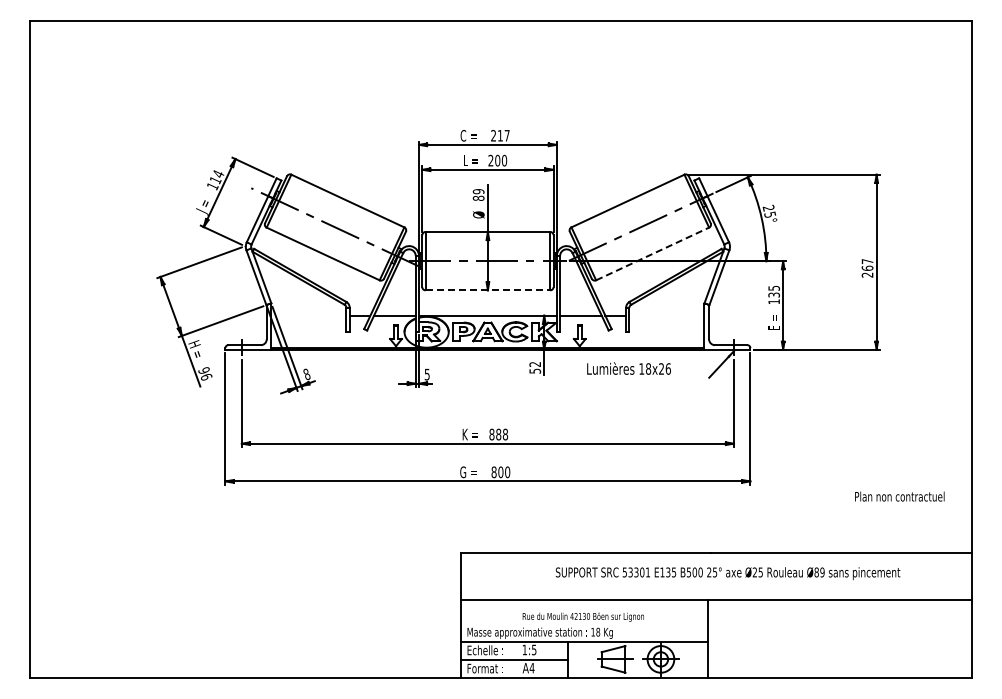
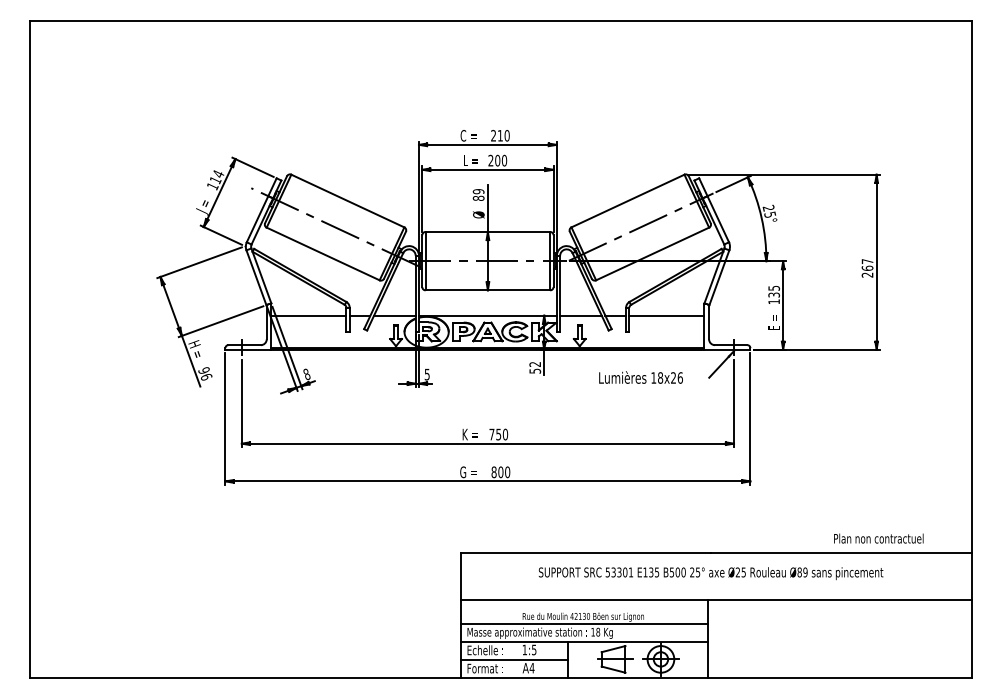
text at (506, 135): 217 -> 210
line at (653, 253): dashed -> solid
line at (488, 290): dashed -> solid
line at (308, 315): none -> present
line at (666, 315): none -> present
text at (628, 368) position: (628, 368) -> (640, 377)
text at (498, 434): 888 -> 750
text at (899, 496) position: (899, 496) -> (878, 538)
text at (727, 573) position: (727, 573) -> (710, 573)
line at (584, 623): none -> present
